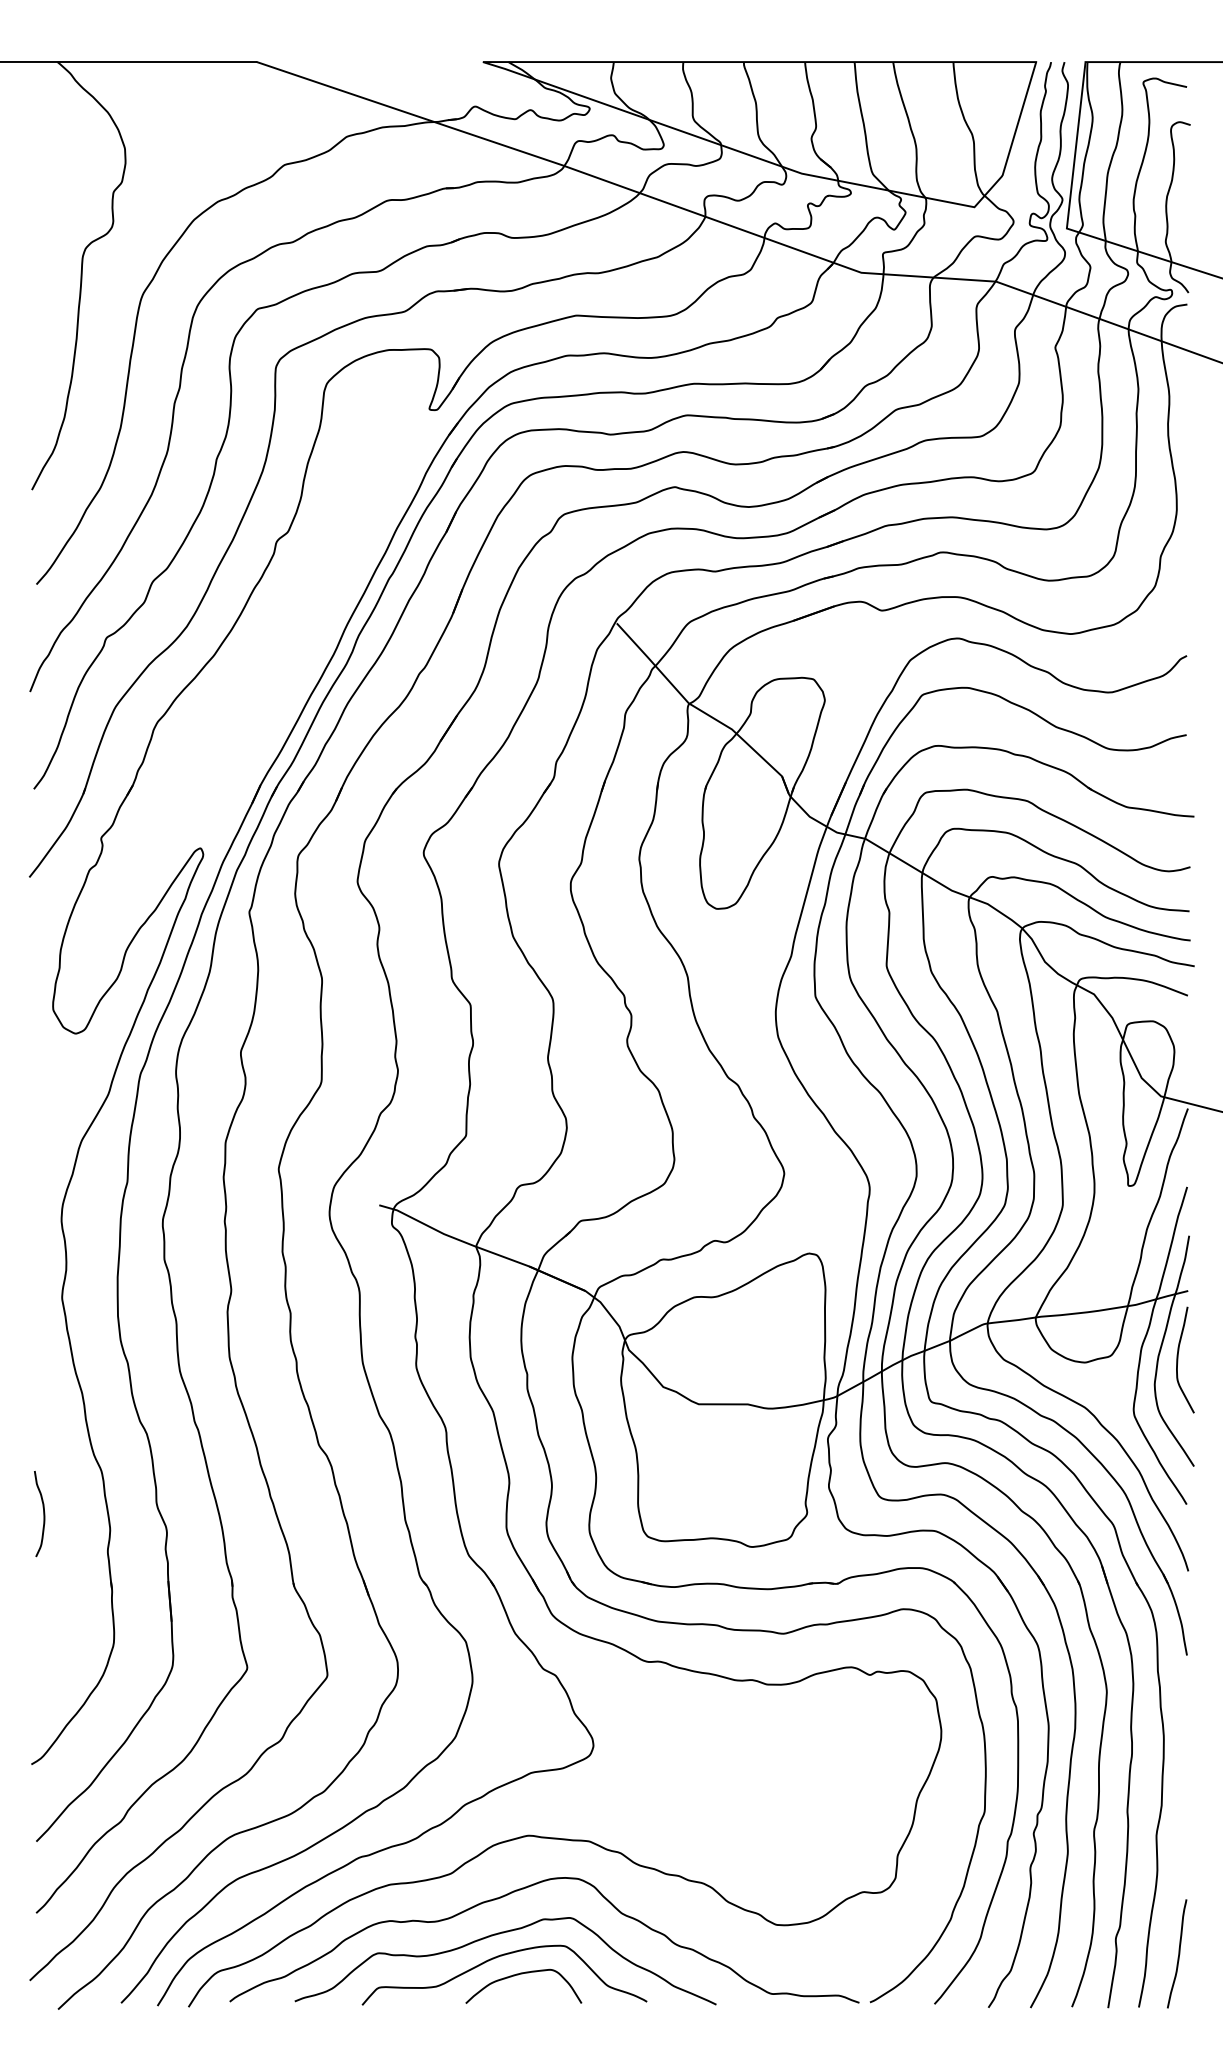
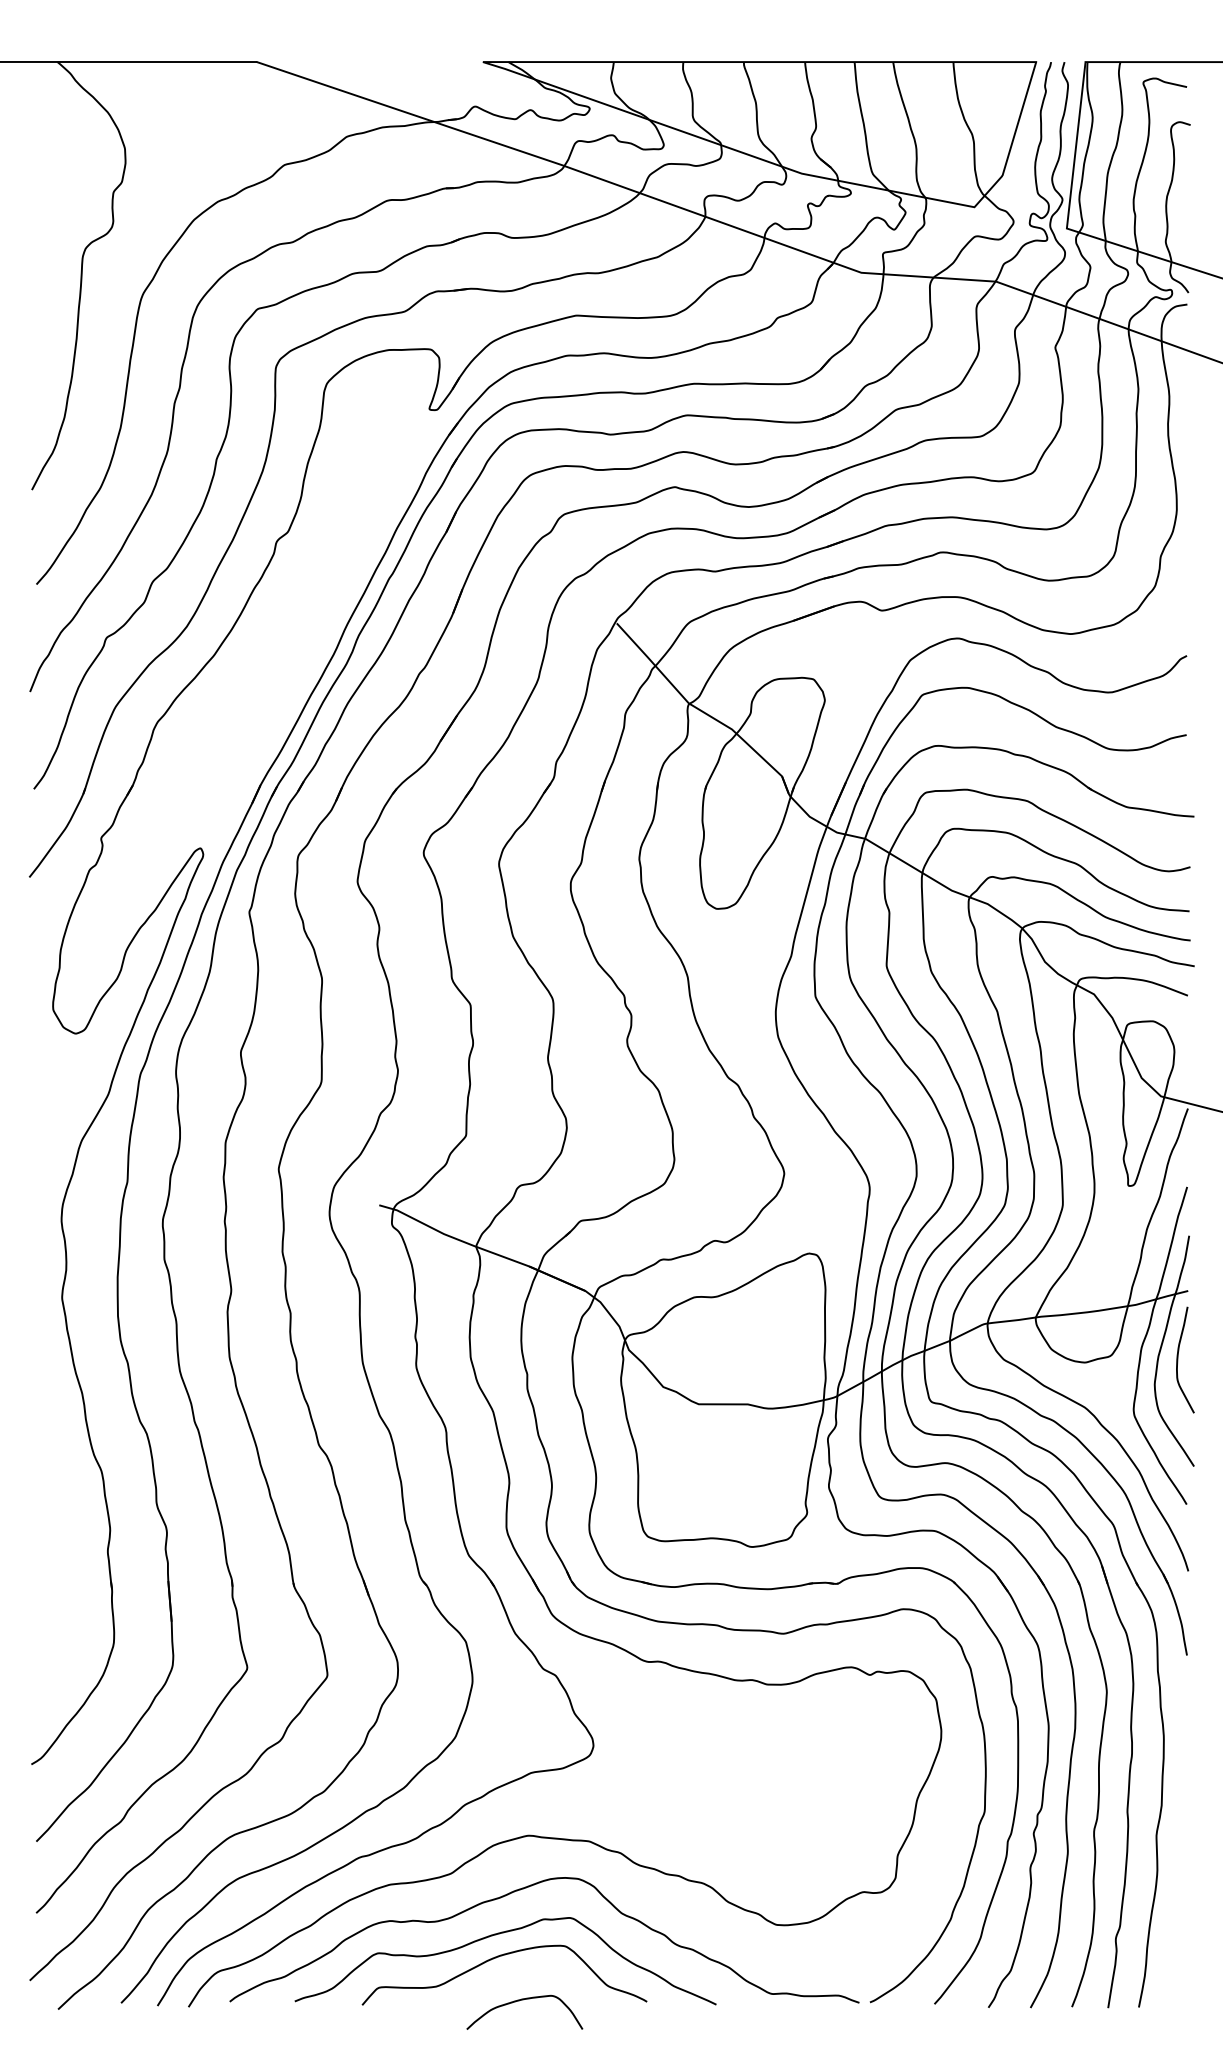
curve at (43, 1514): present -> none
curve at (1178, 1953): present -> none
curve at (522, 1974) position: (522, 1974) -> (523, 2000)
